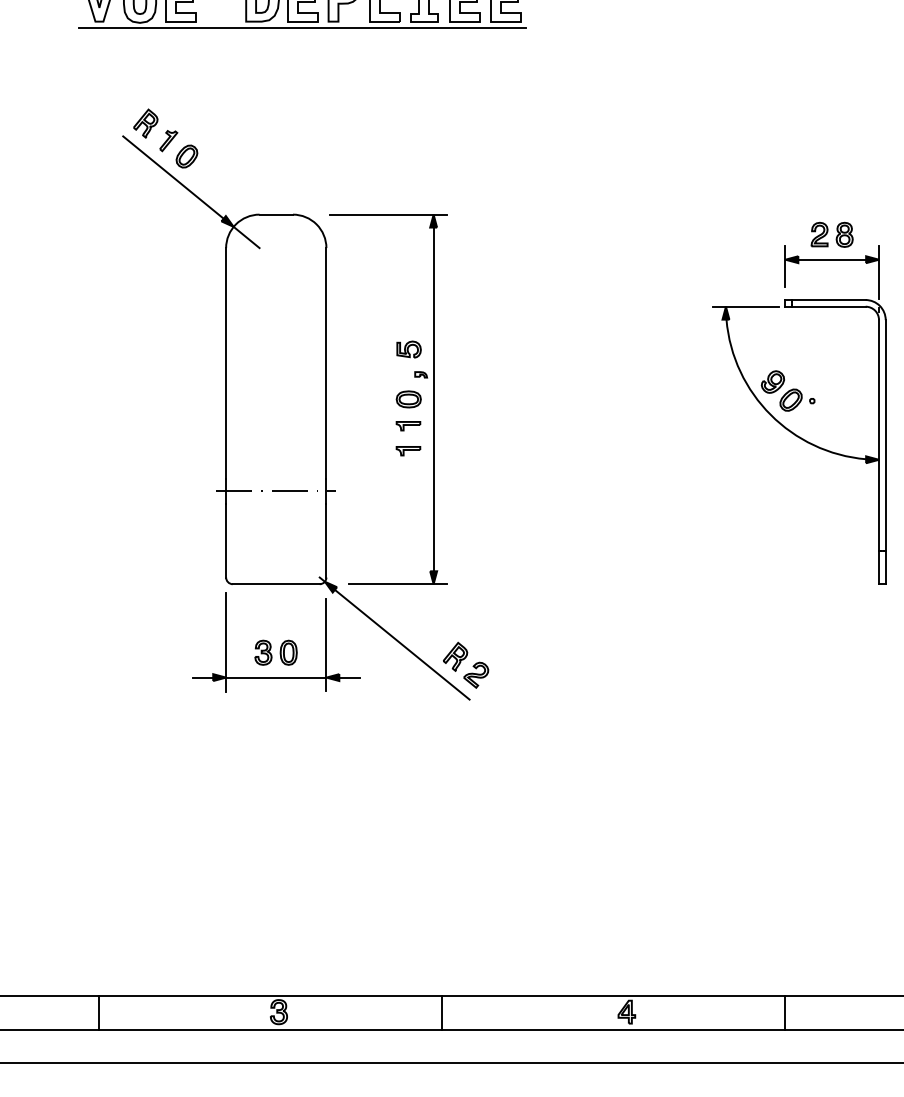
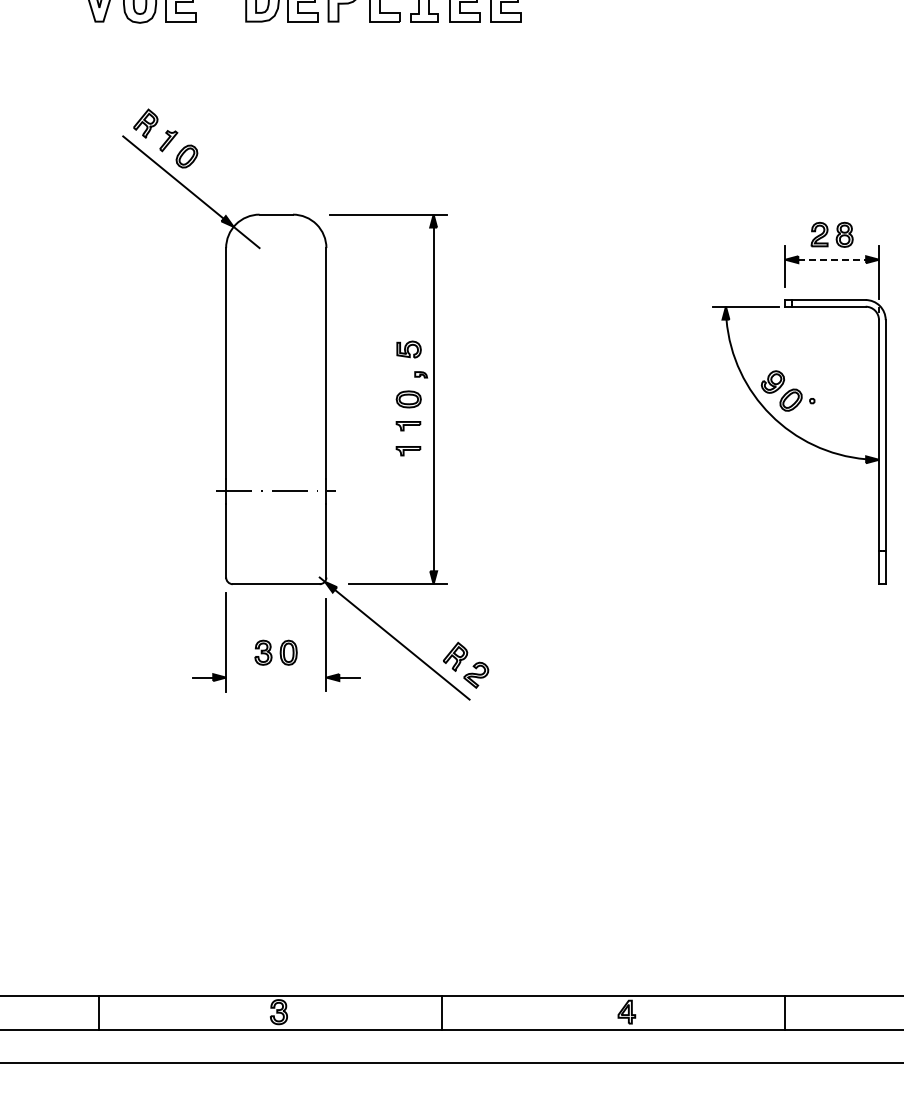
line at (302, 28): present -> none
line at (832, 259): solid -> dashed
line at (276, 677): present -> none
